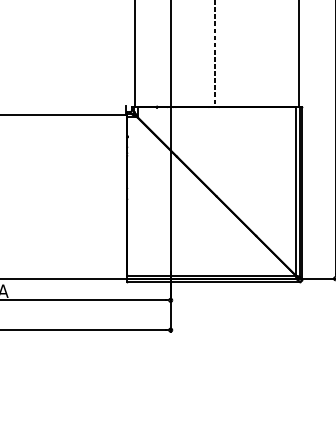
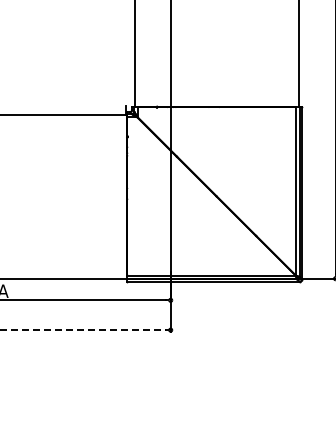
line at (215, 54): present -> none
line at (83, 330): solid -> dashed
